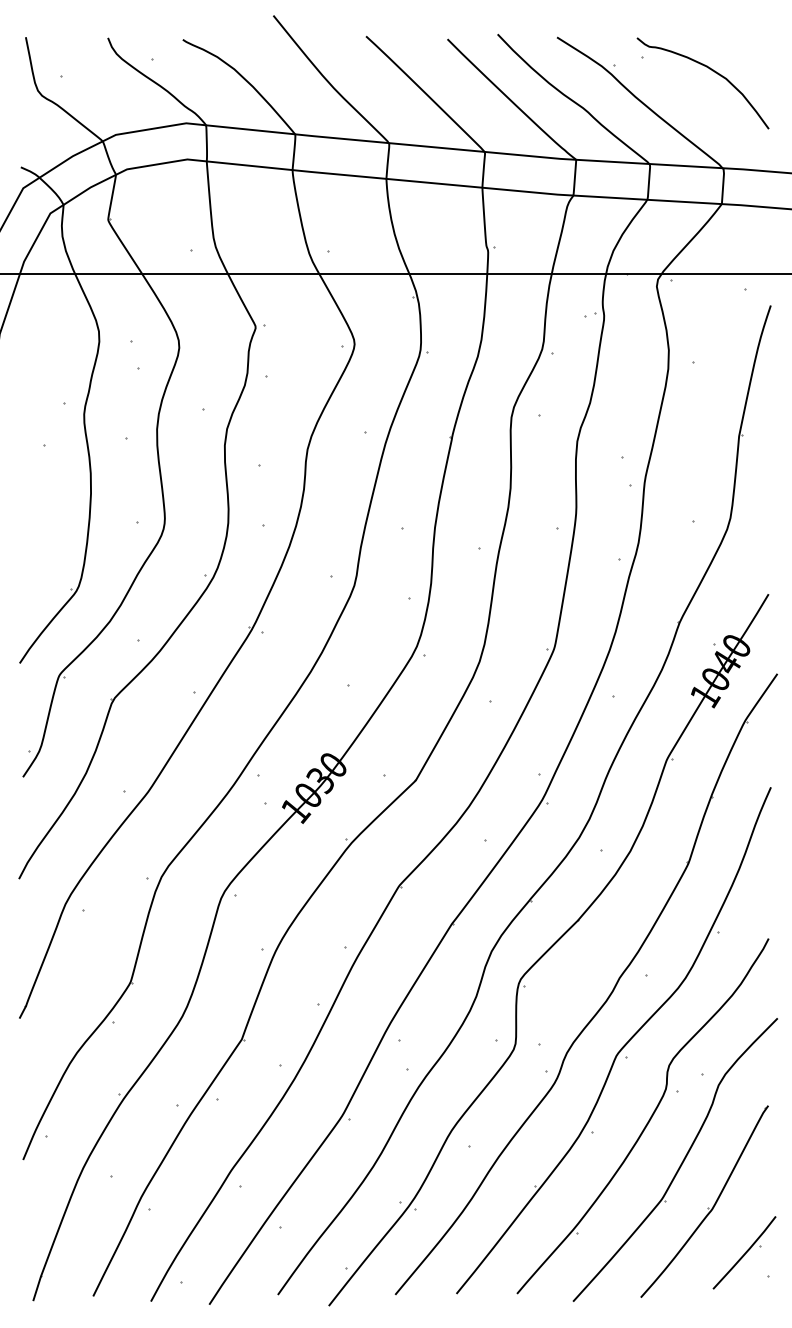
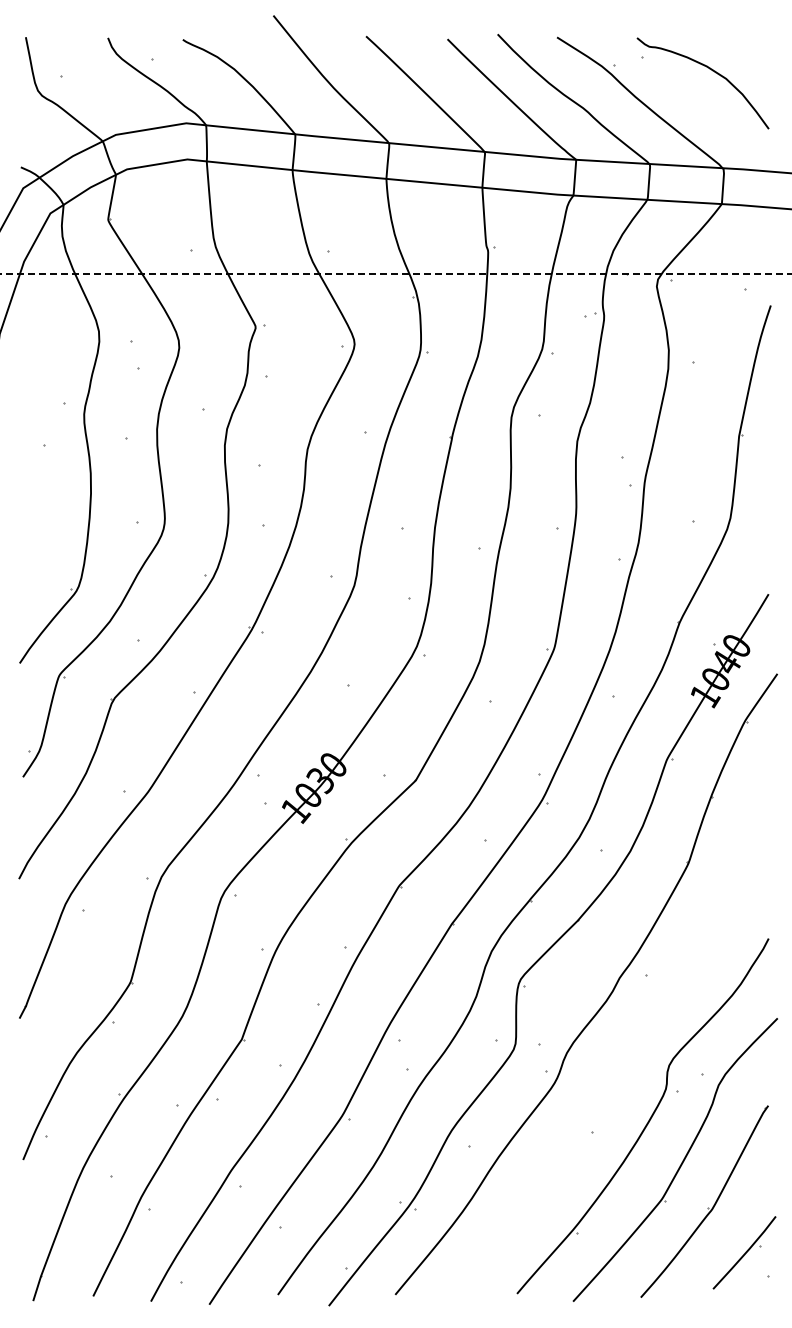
line at (395, 274): solid -> dashed
part at (621, 1047): present -> none
